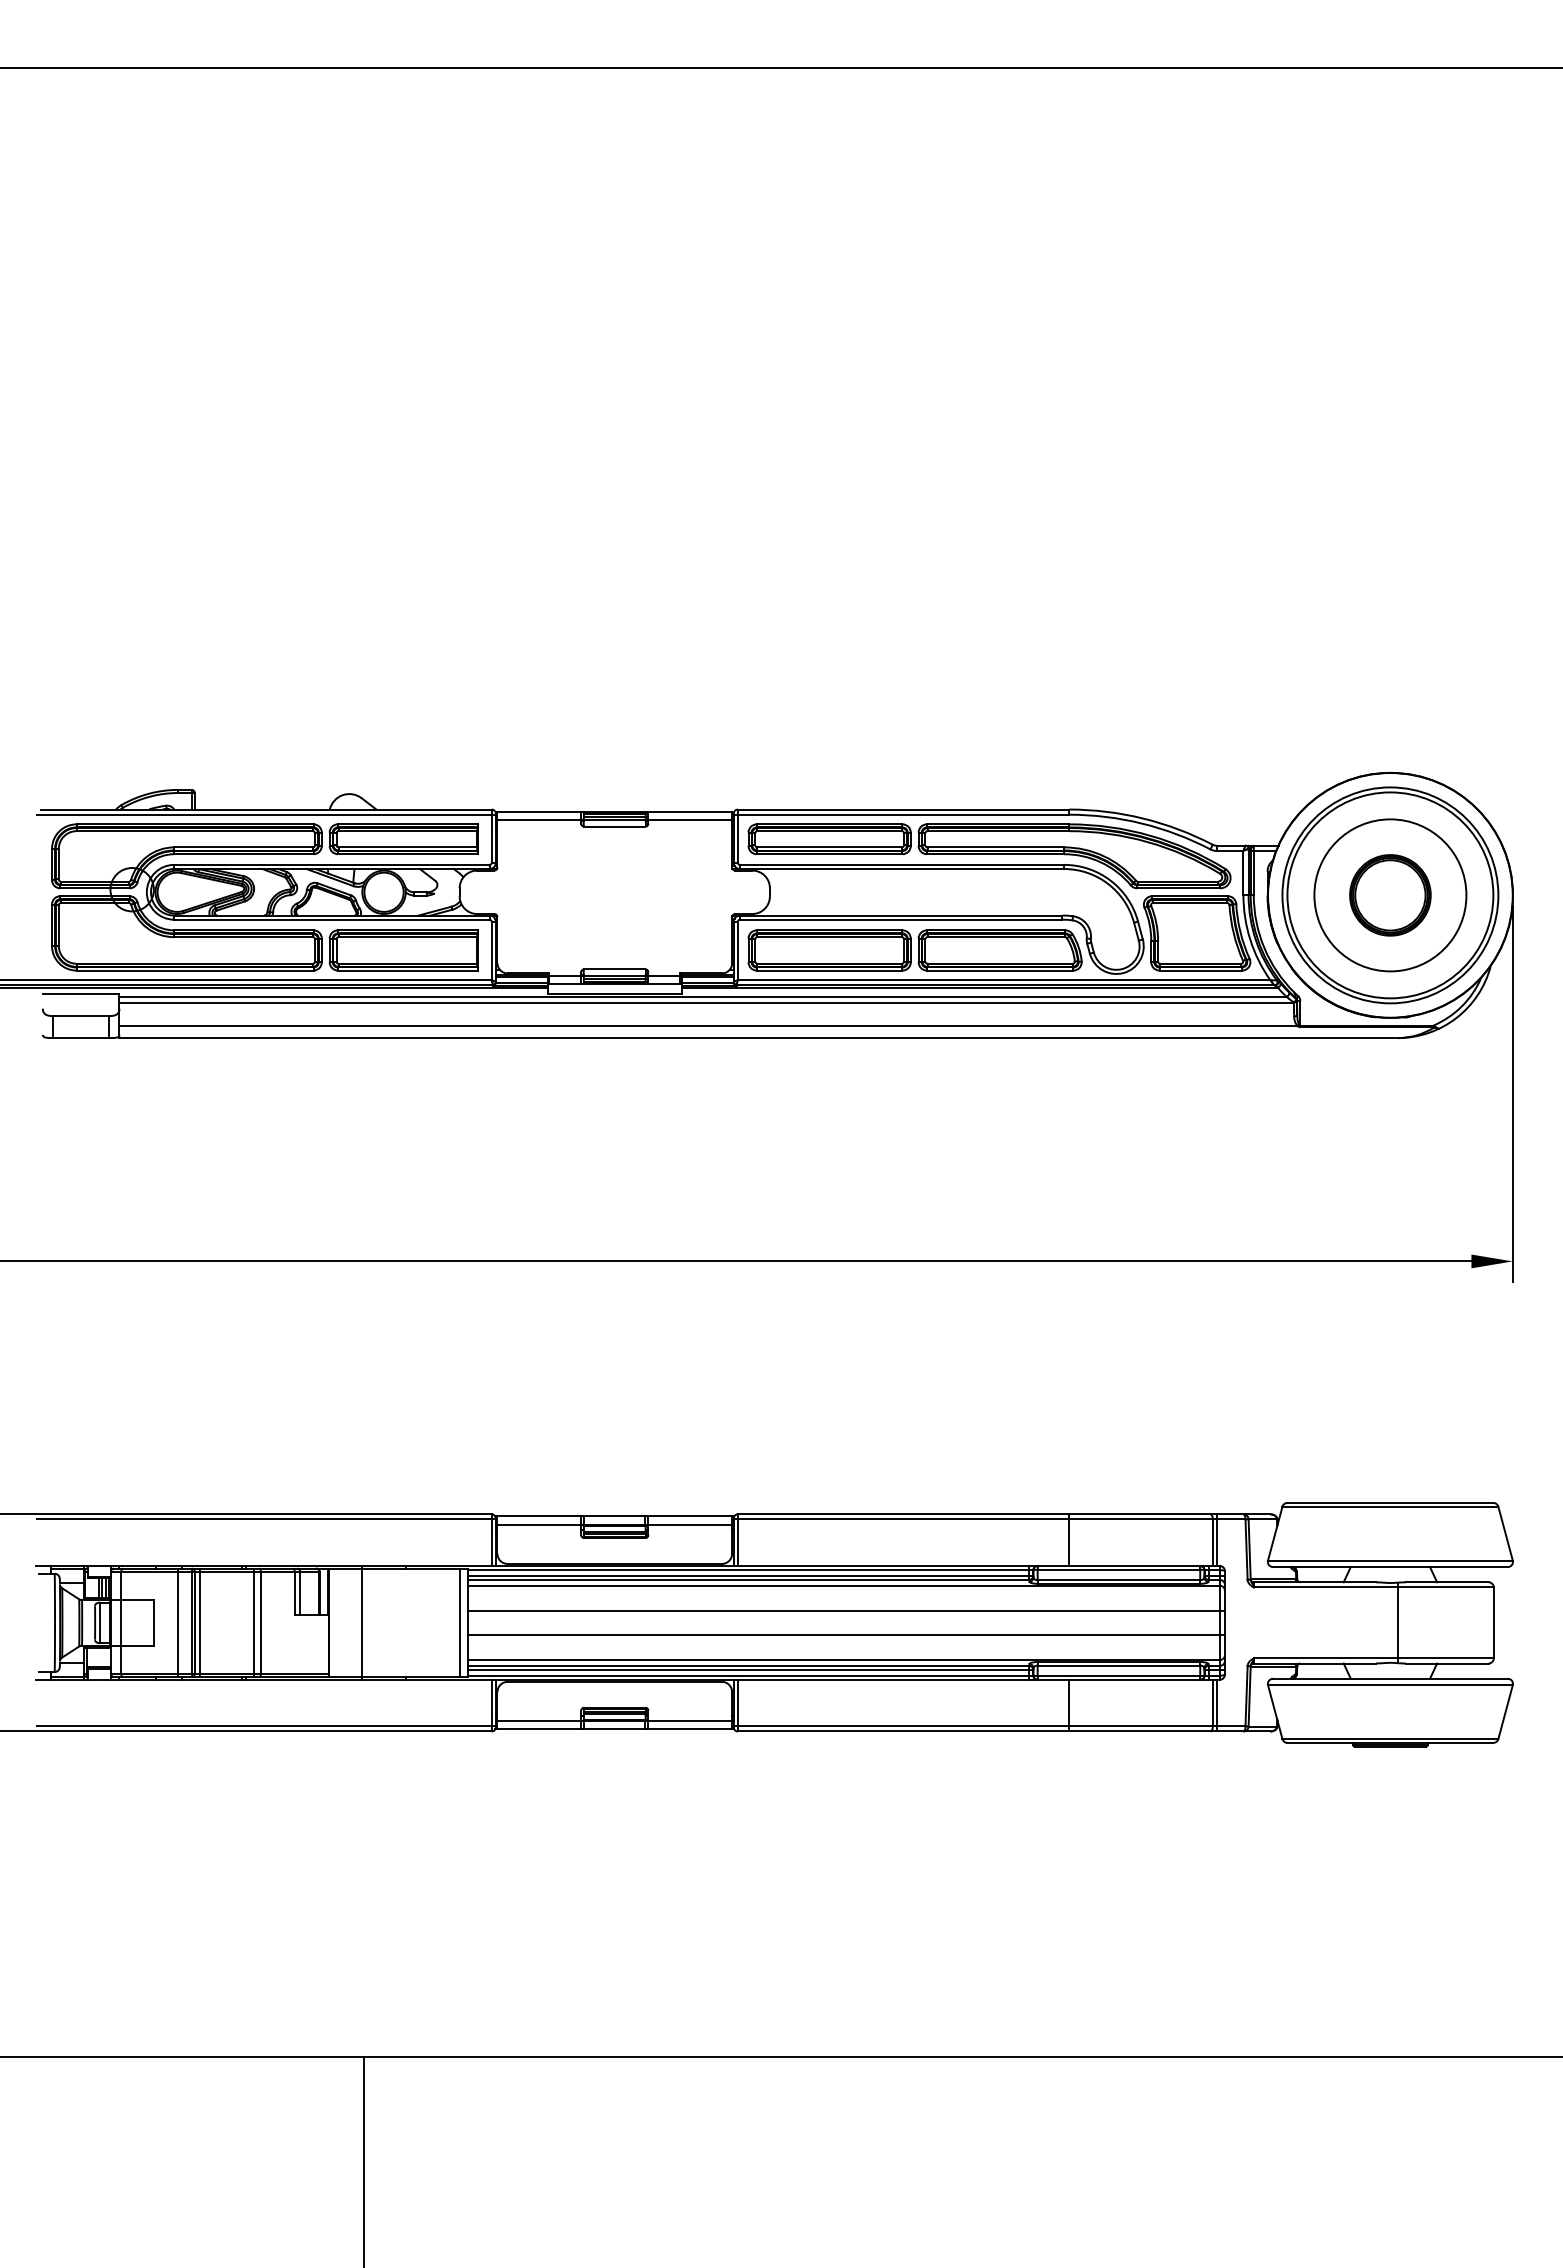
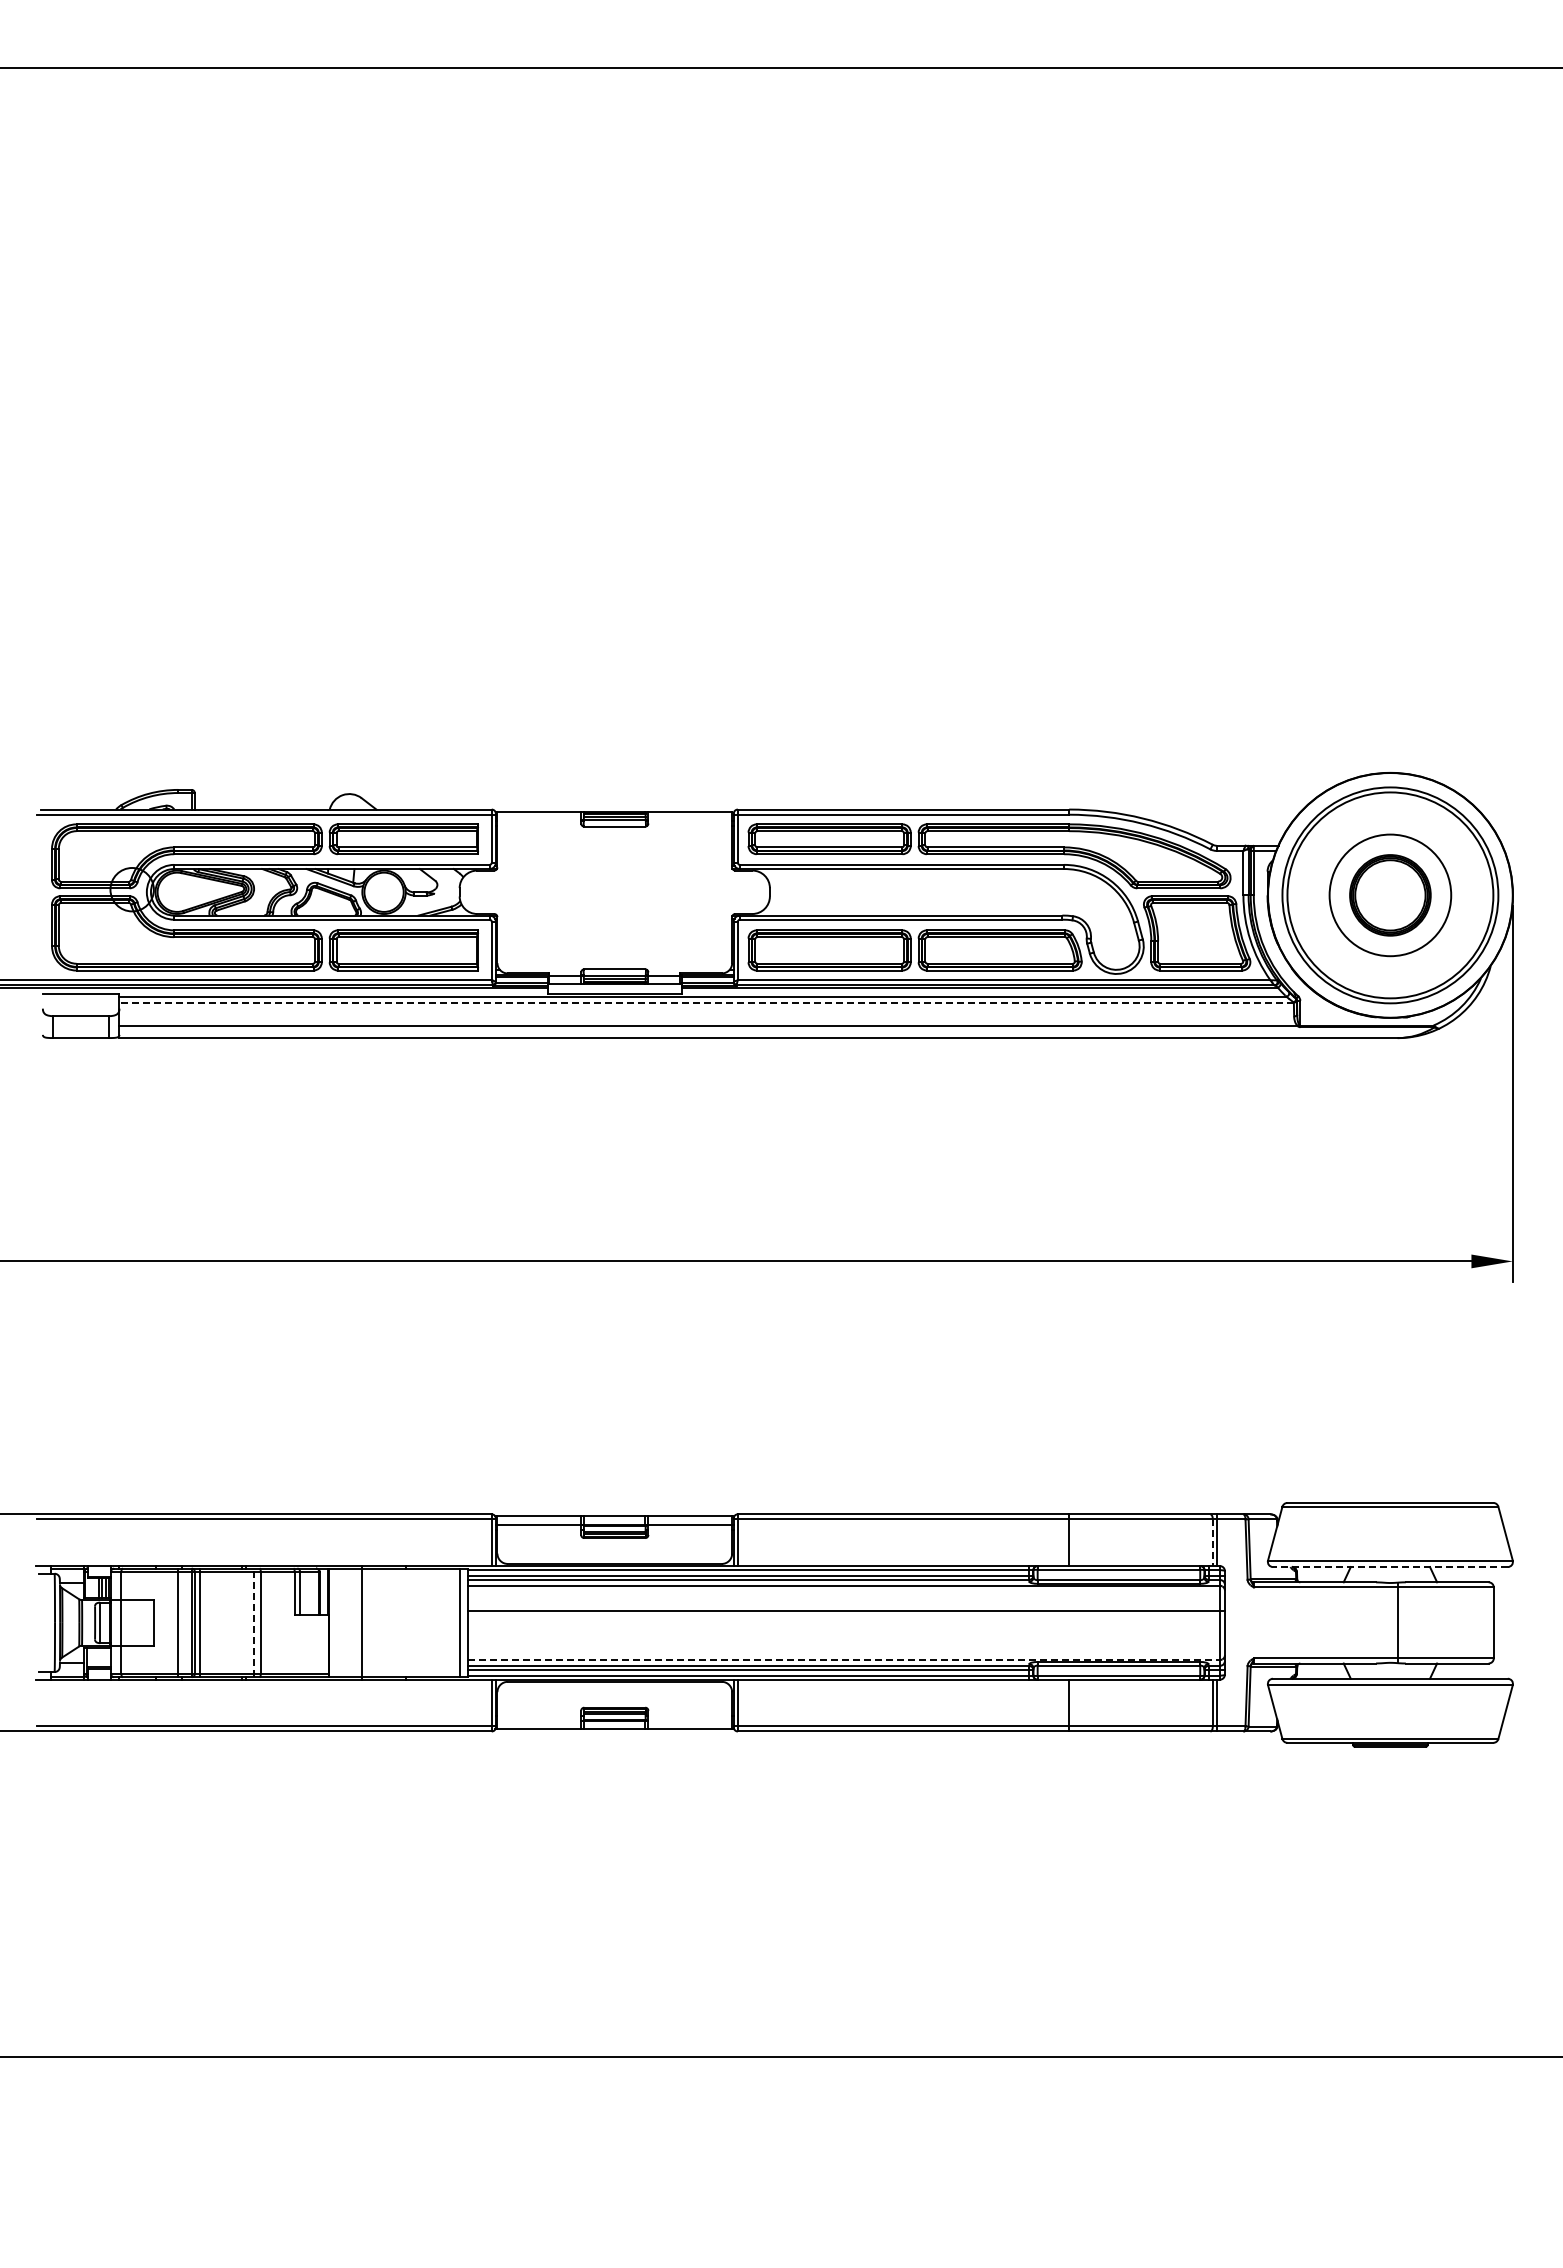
line at (539, 820): present -> none
line at (690, 820): present -> none
circle at (1390, 895) diameter: 152 px -> 122 px
line at (706, 1002): solid -> dashed
line at (1212, 1543): solid -> dashed
line at (1389, 1567): solid -> dashed
line at (253, 1622): solid -> dashed
line at (845, 1635): present -> none
line at (844, 1660): solid -> dashed
line at (538, 1721): present -> none
line at (690, 1721): present -> none
line at (364, 2160): present -> none
